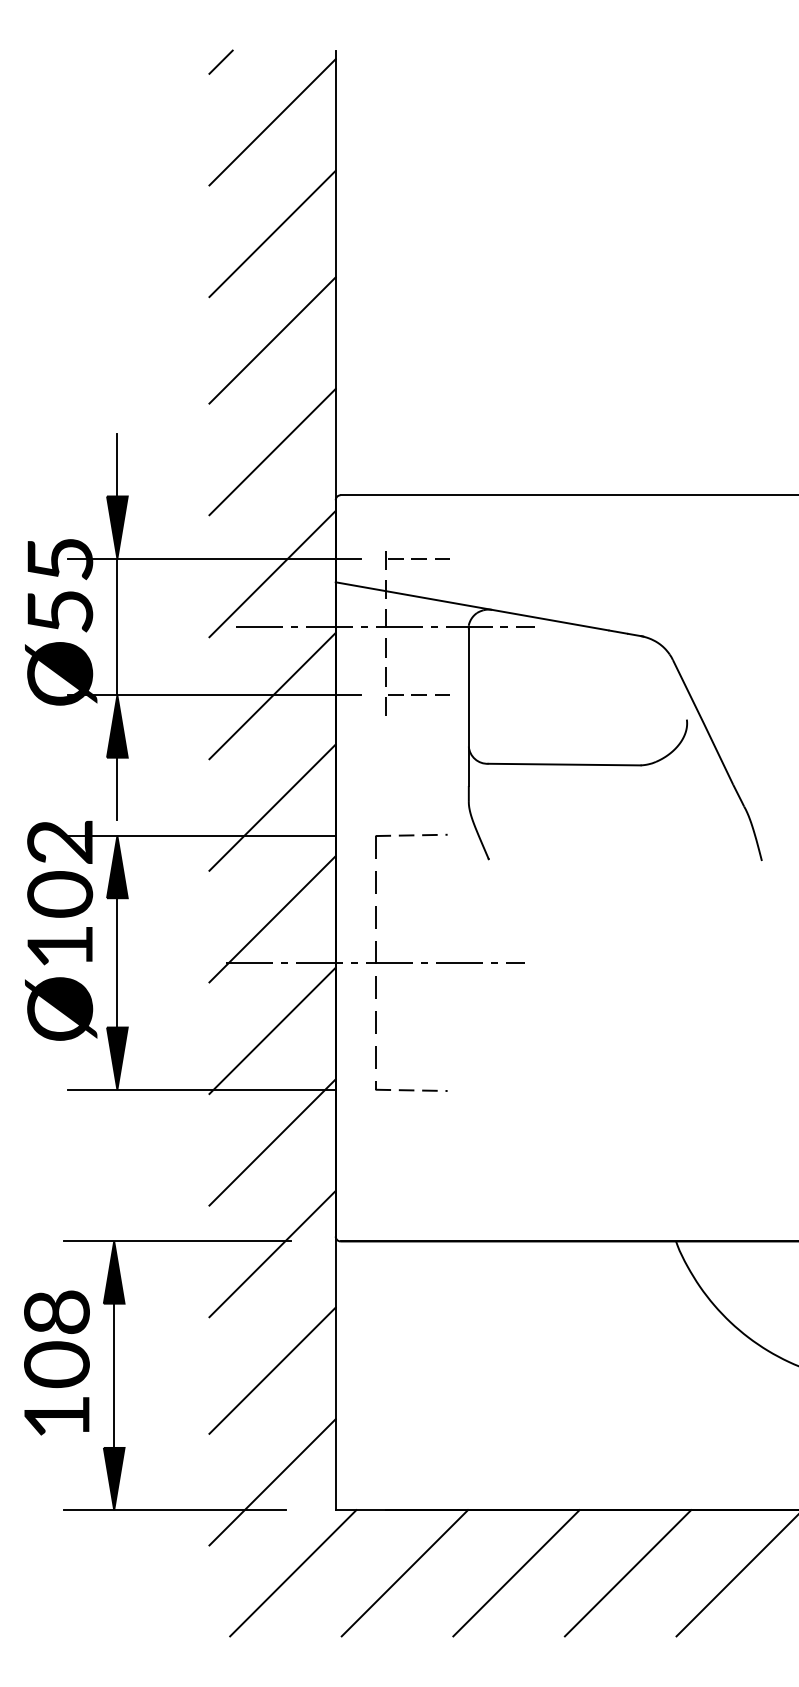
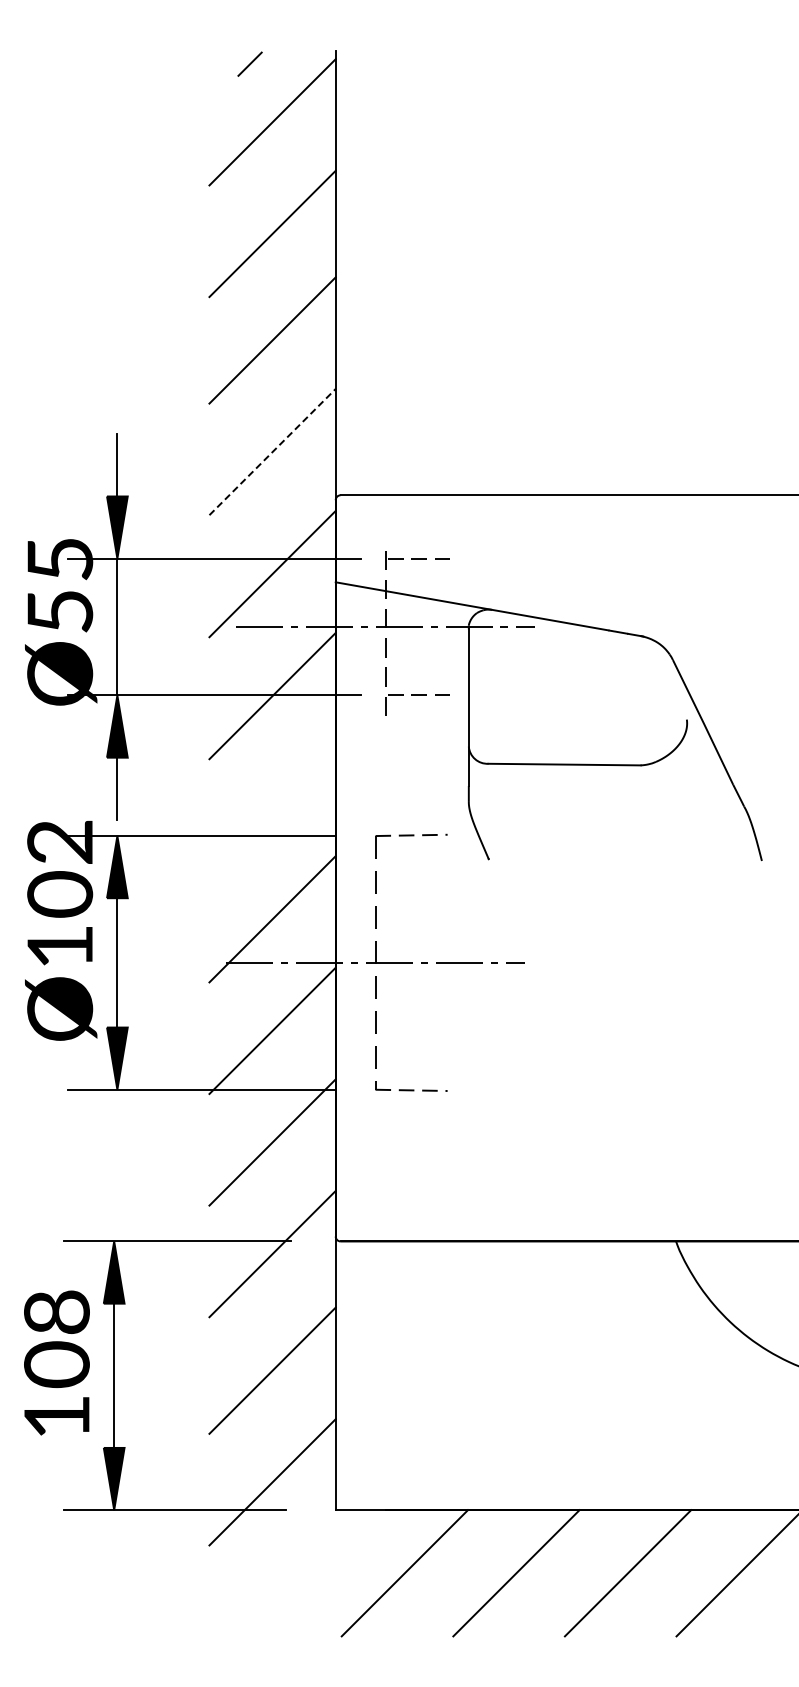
line at (220, 61) position: (220, 61) -> (249, 63)
line at (272, 451): solid -> dashed
line at (272, 807): present -> none
line at (293, 1573): present -> none
